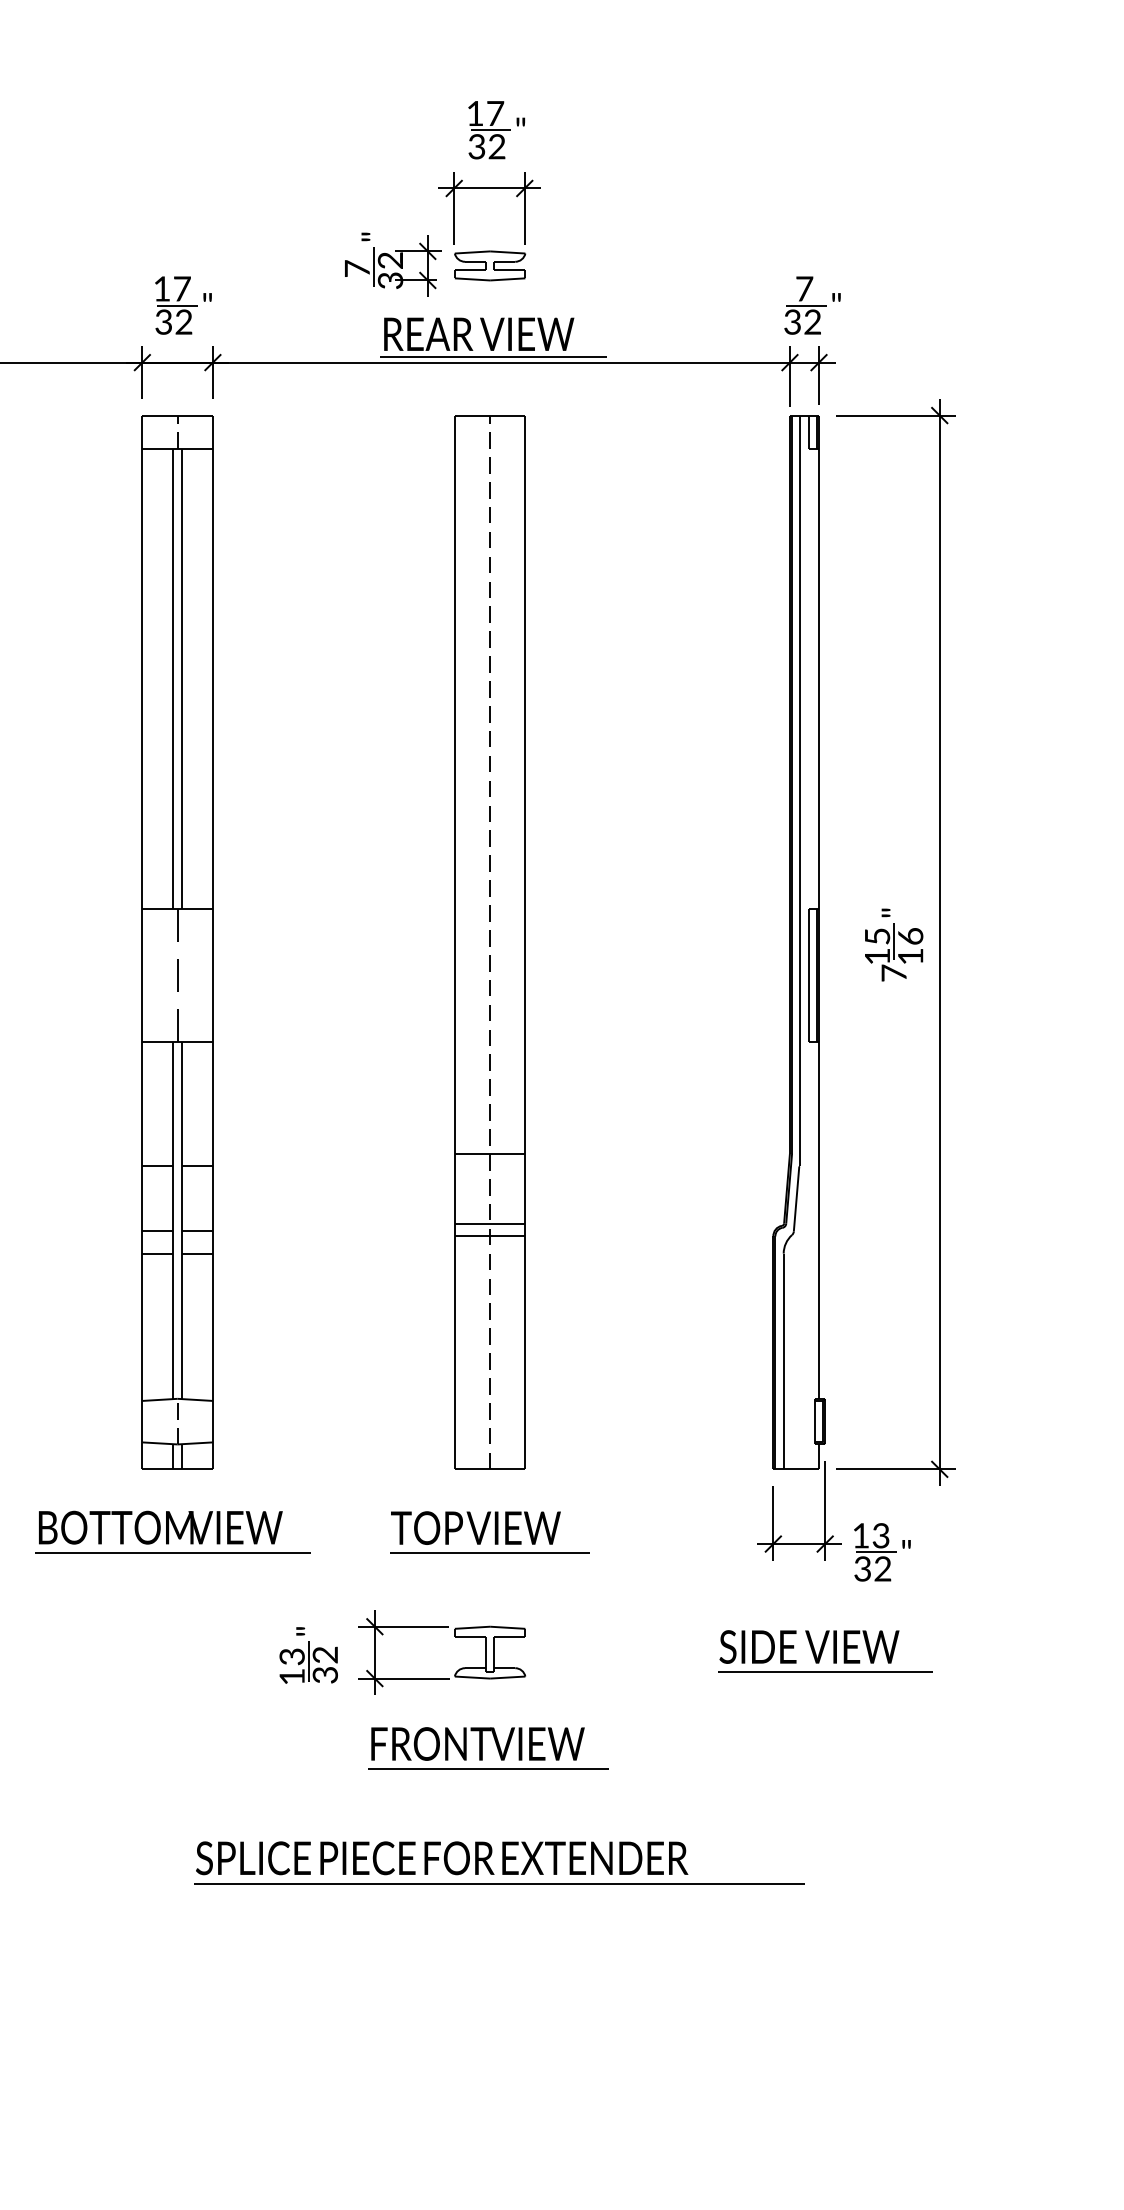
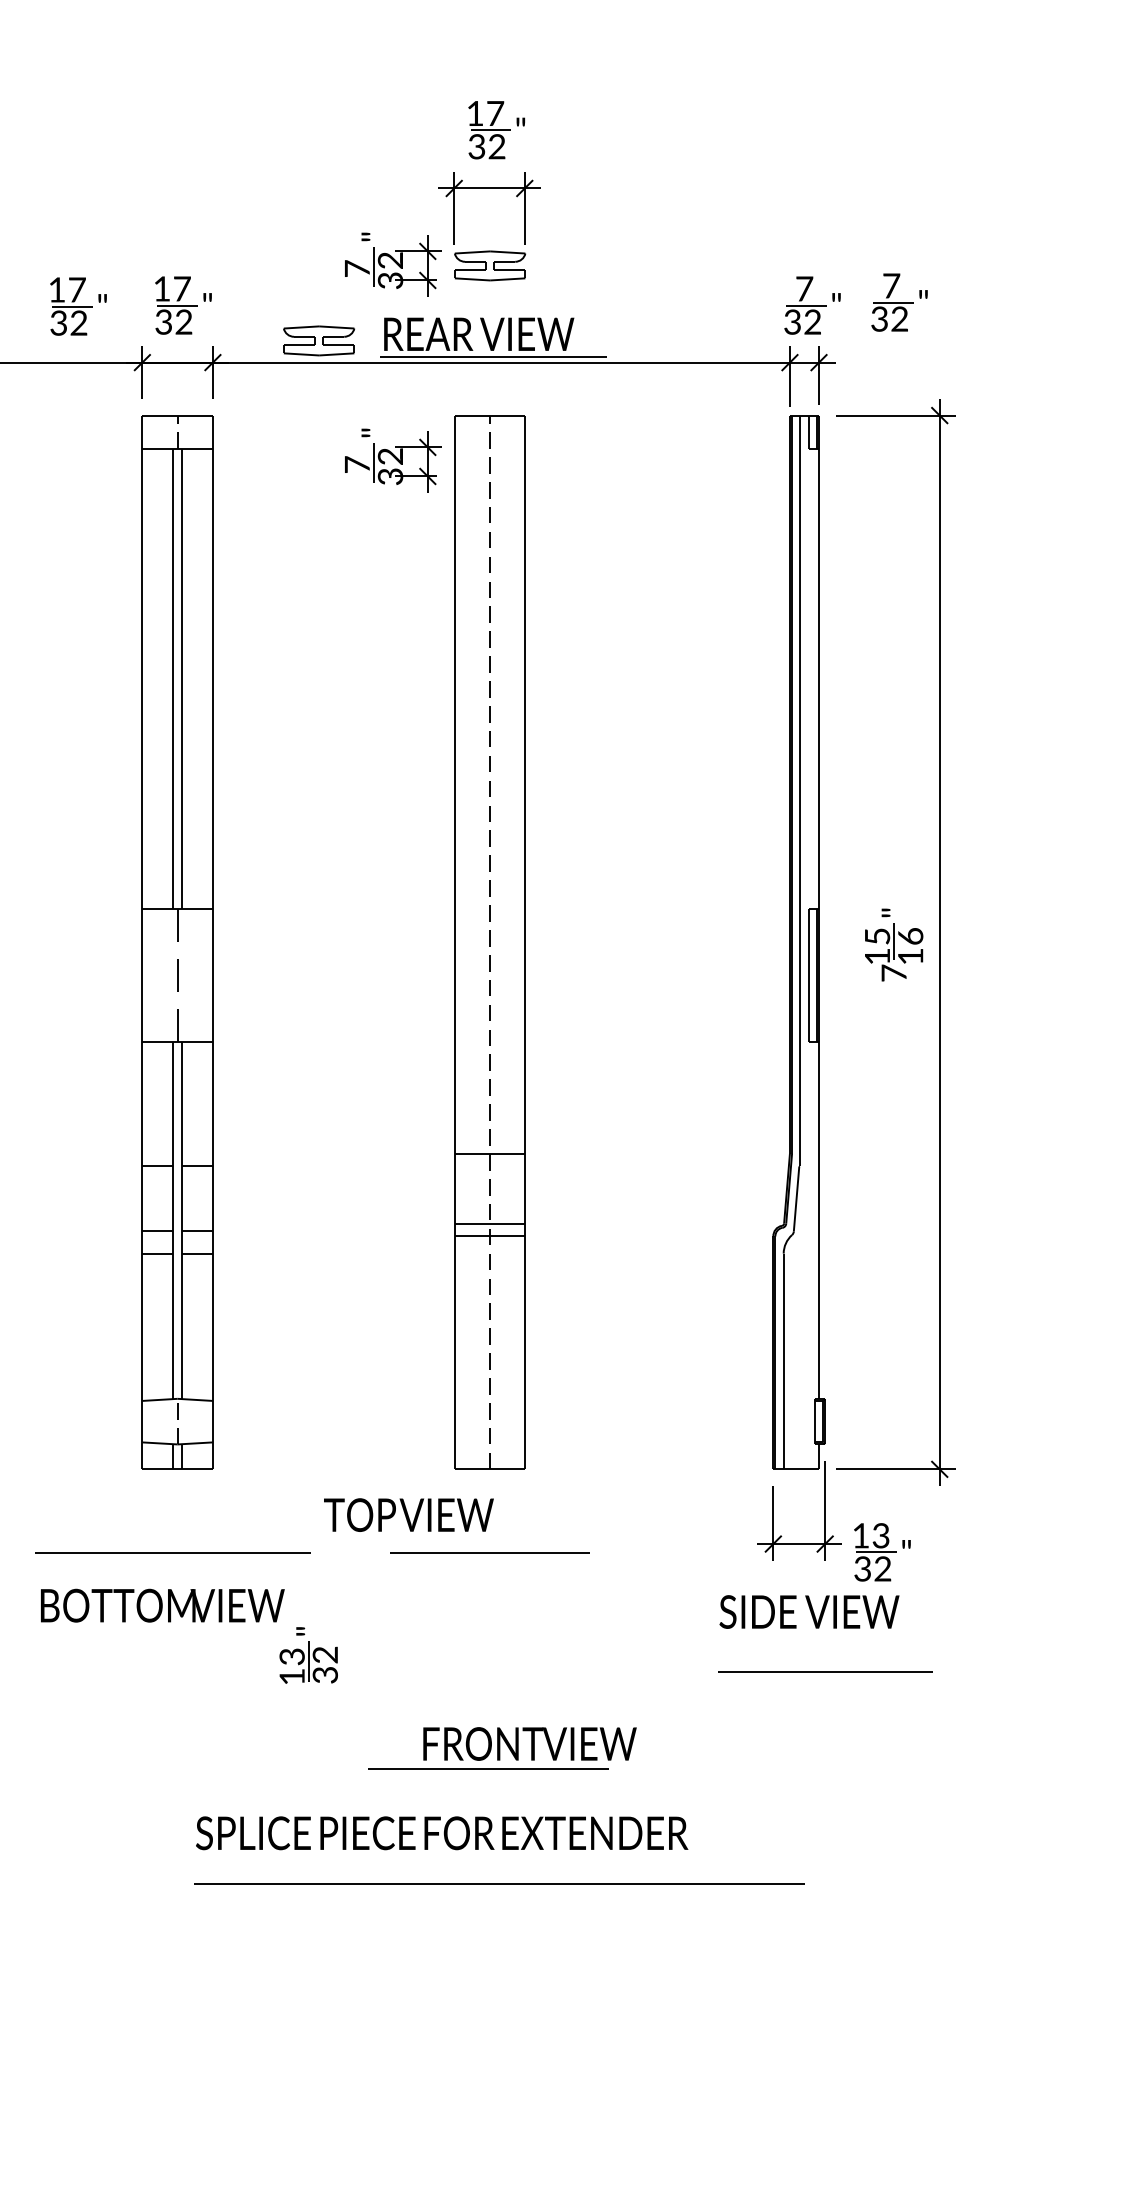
part at (899, 302): none -> present
part at (78, 306): none -> present
part at (319, 340): none -> present
part at (393, 460): none -> present
text at (160, 1527) position: (160, 1527) -> (162, 1605)
text at (475, 1527) position: (475, 1527) -> (408, 1514)
part at (455, 1637): present -> none
text at (809, 1646) position: (809, 1646) -> (809, 1611)
text at (477, 1743) position: (477, 1743) -> (529, 1743)
text at (442, 1858) position: (442, 1858) -> (442, 1833)
